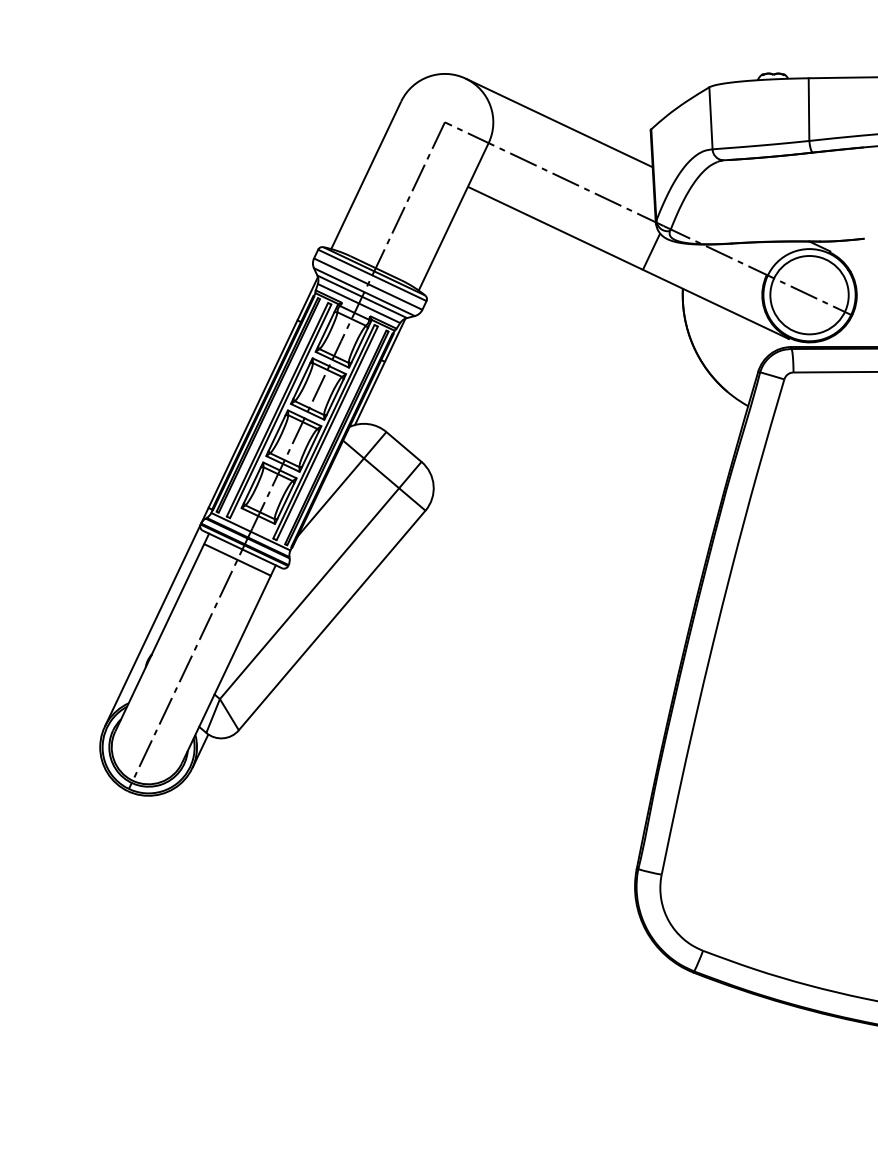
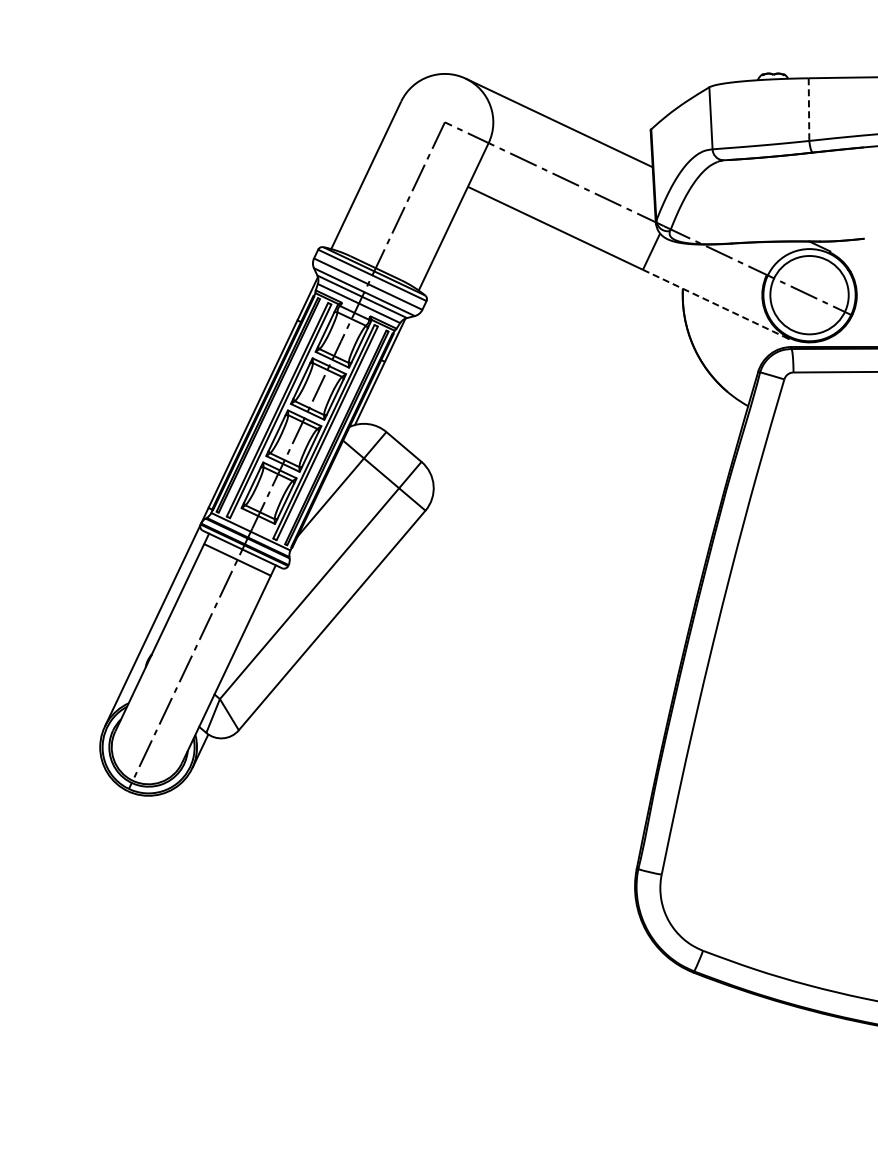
line at (809, 110): solid -> dashed
line at (715, 304): solid -> dashed
